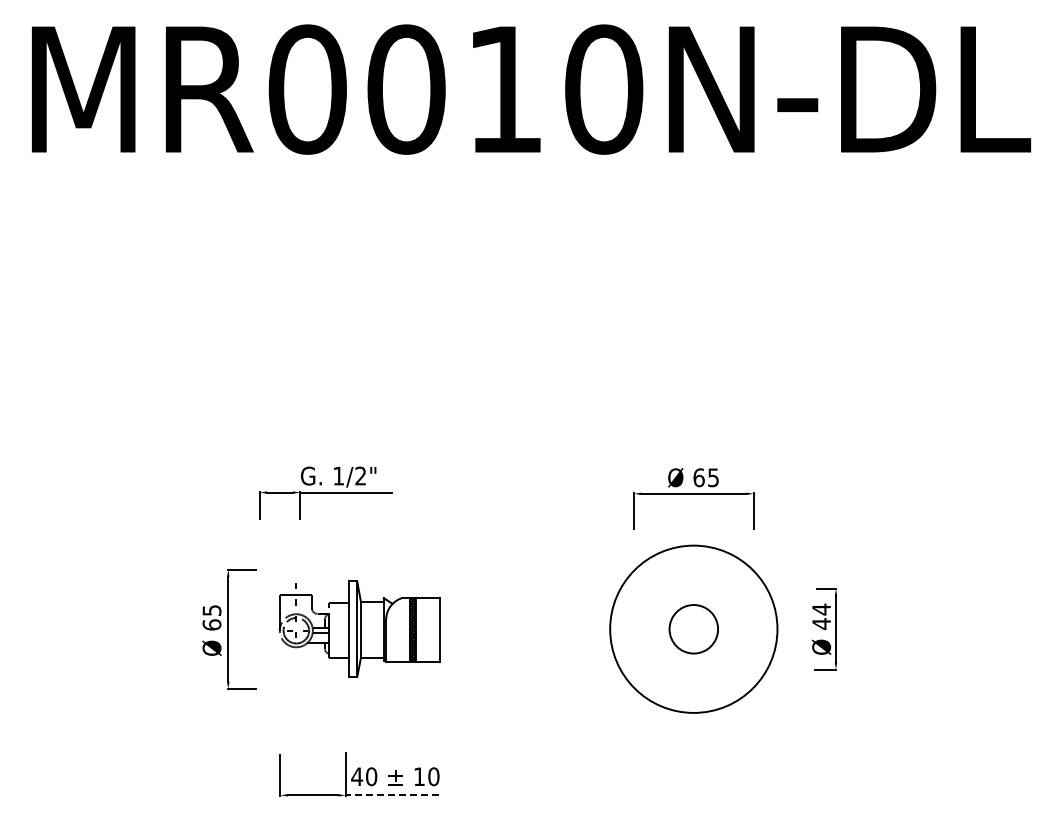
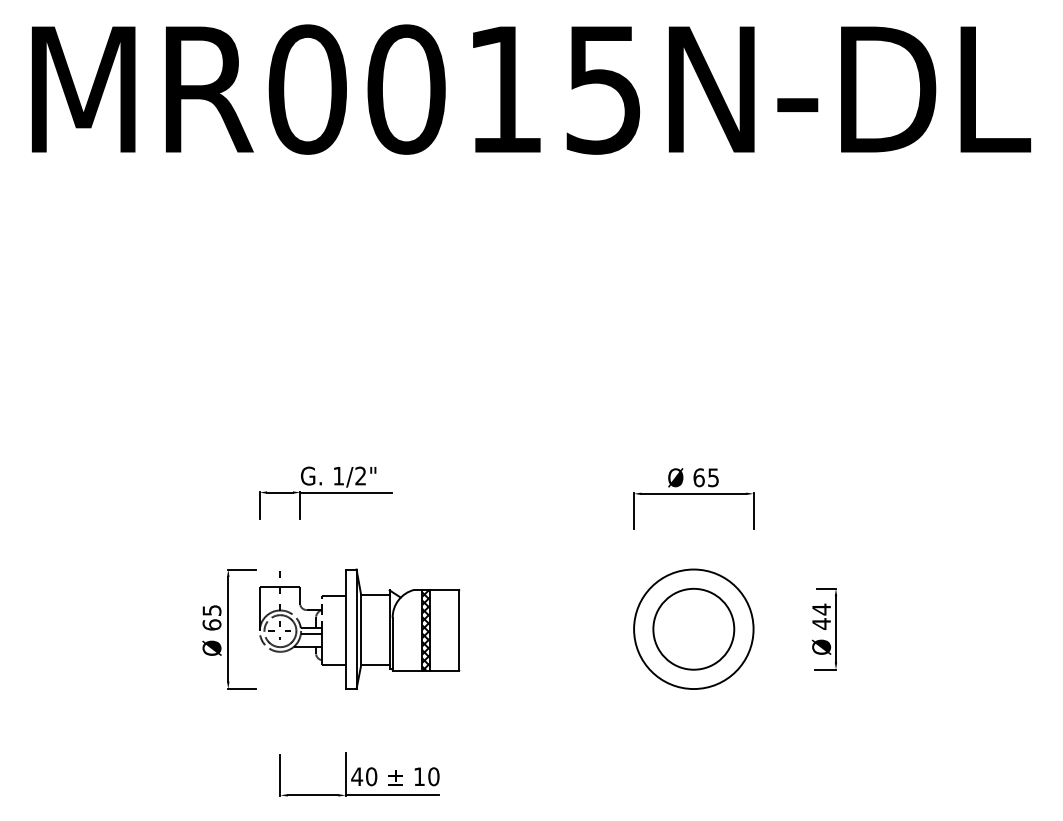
text at (604, 89): MR0010N-DL -> MR0015N-DL
part at (359, 628) size: 163x98 px -> 202x122 px
circle at (693, 628) diameter: 167 px -> 119 px
circle at (693, 629) diameter: 49 px -> 81 px
line at (391, 795): dashed -> solid
